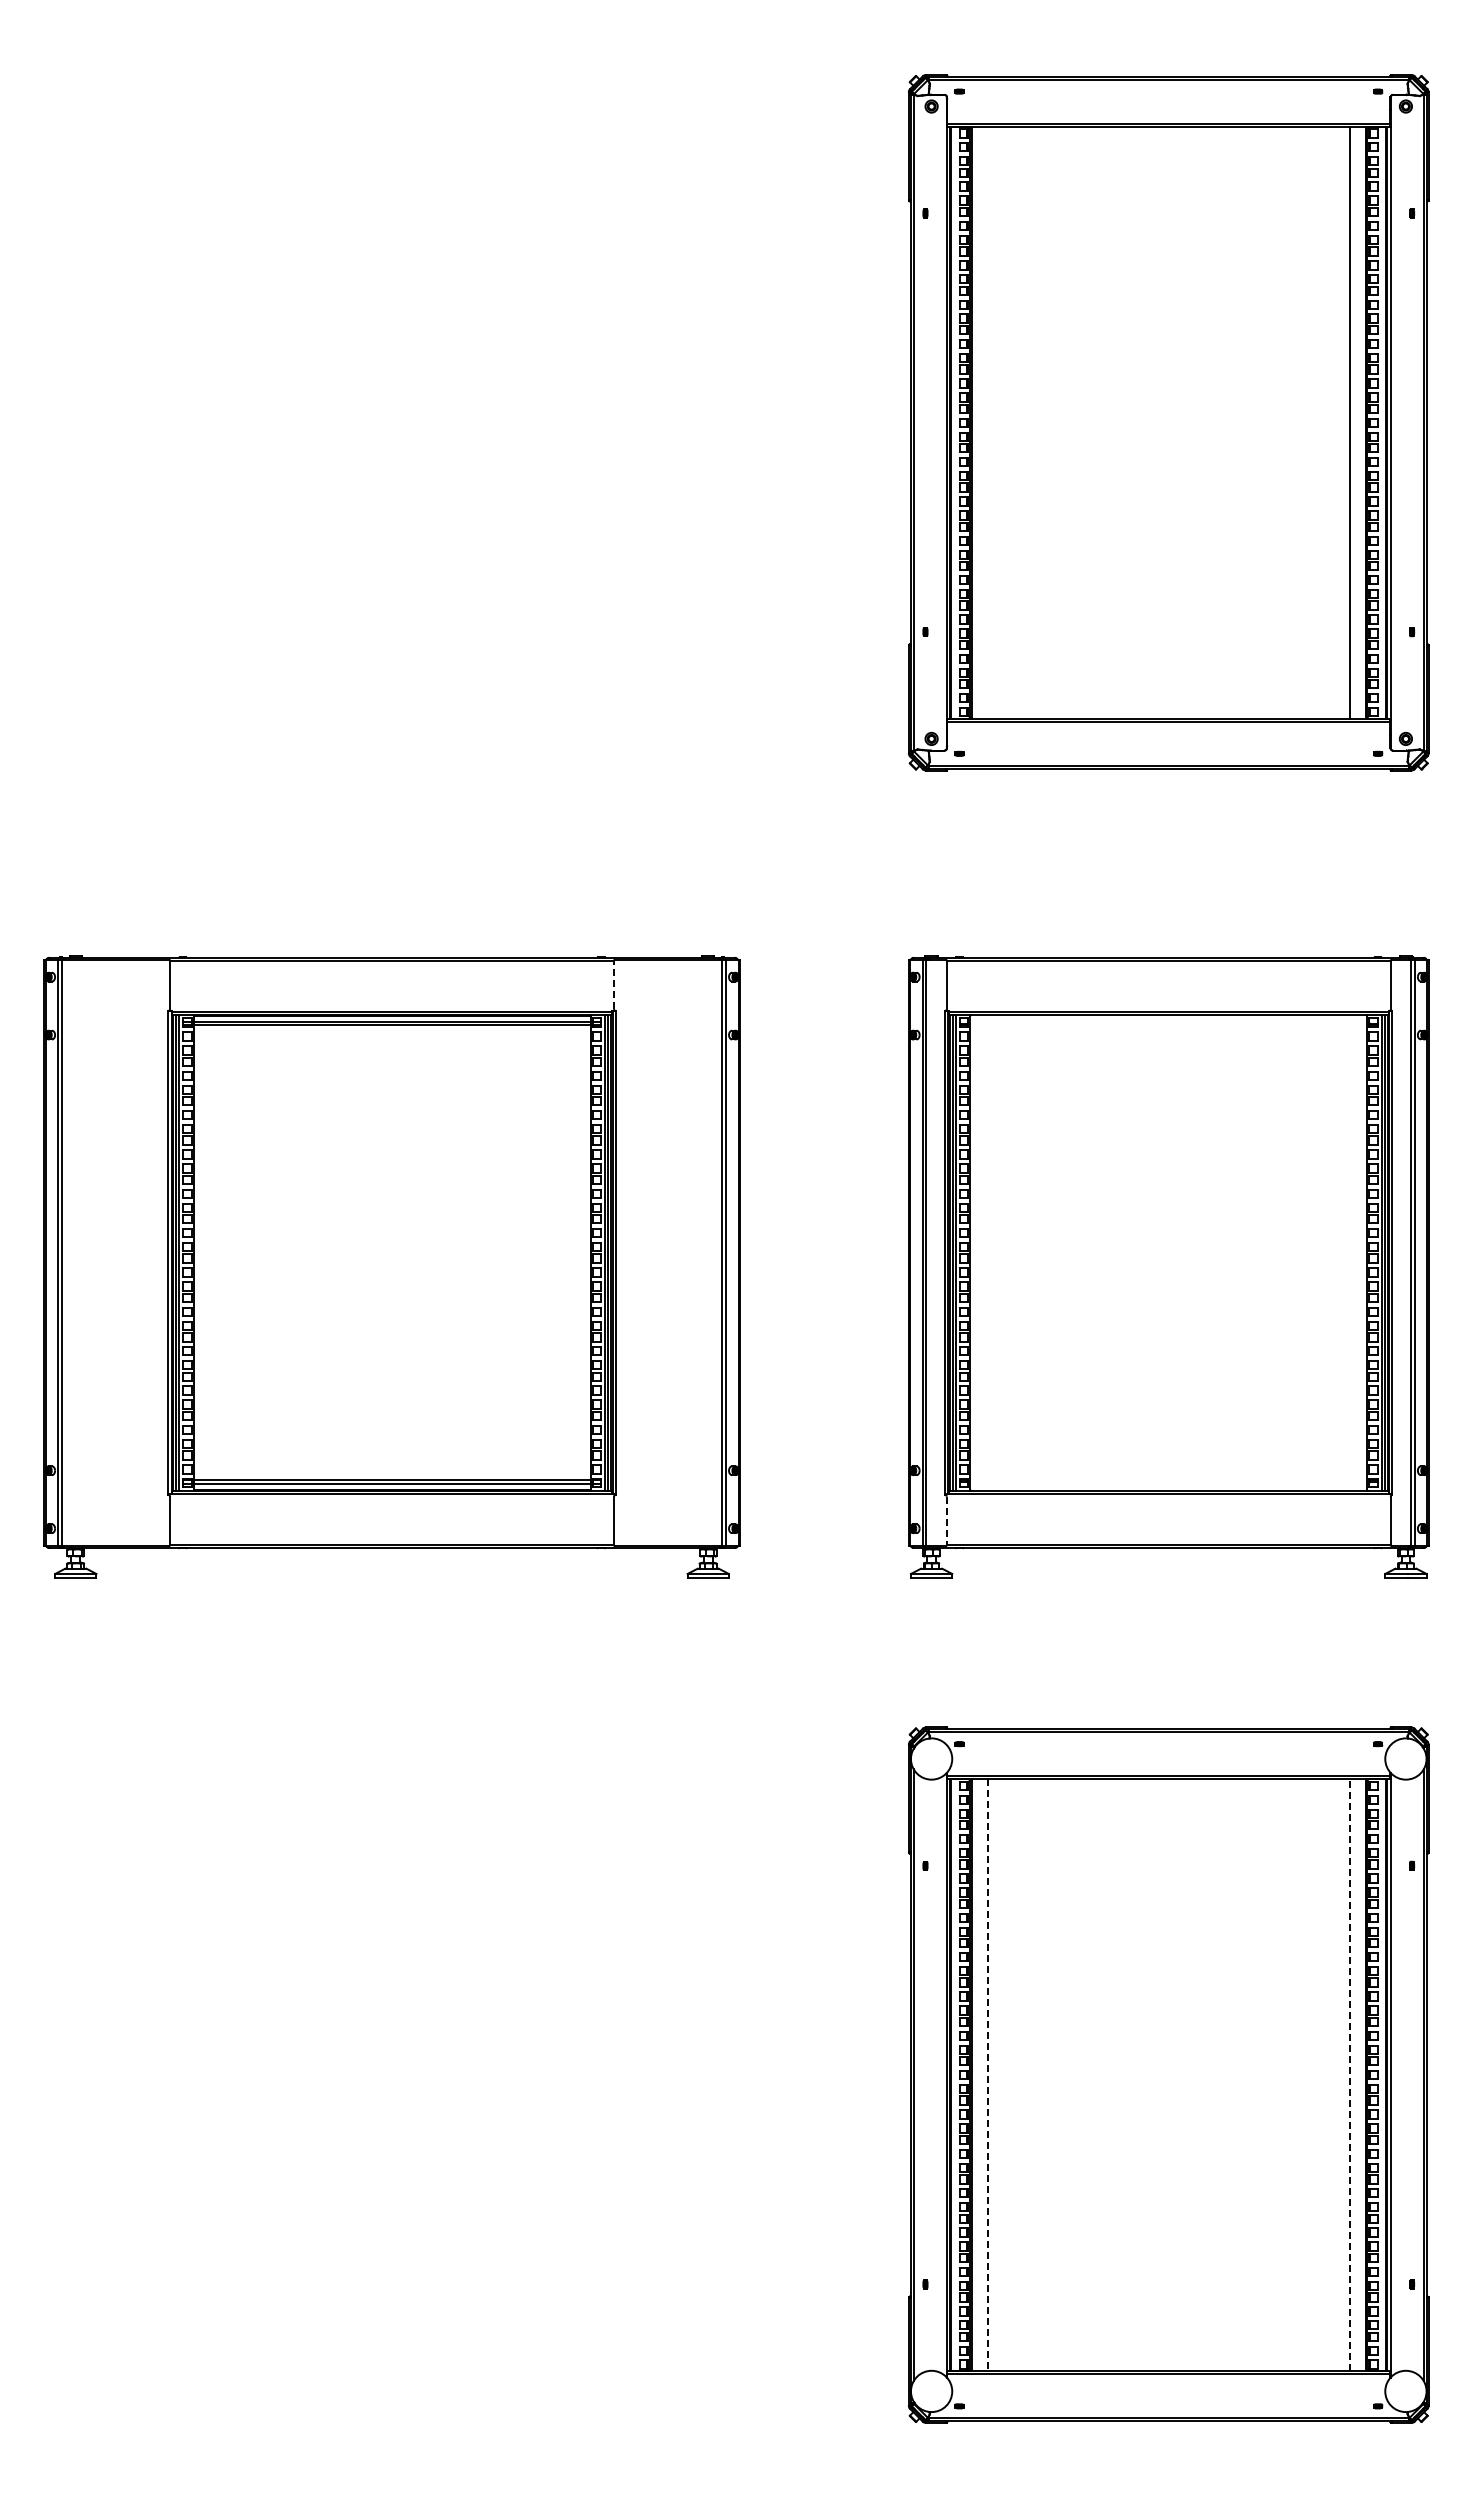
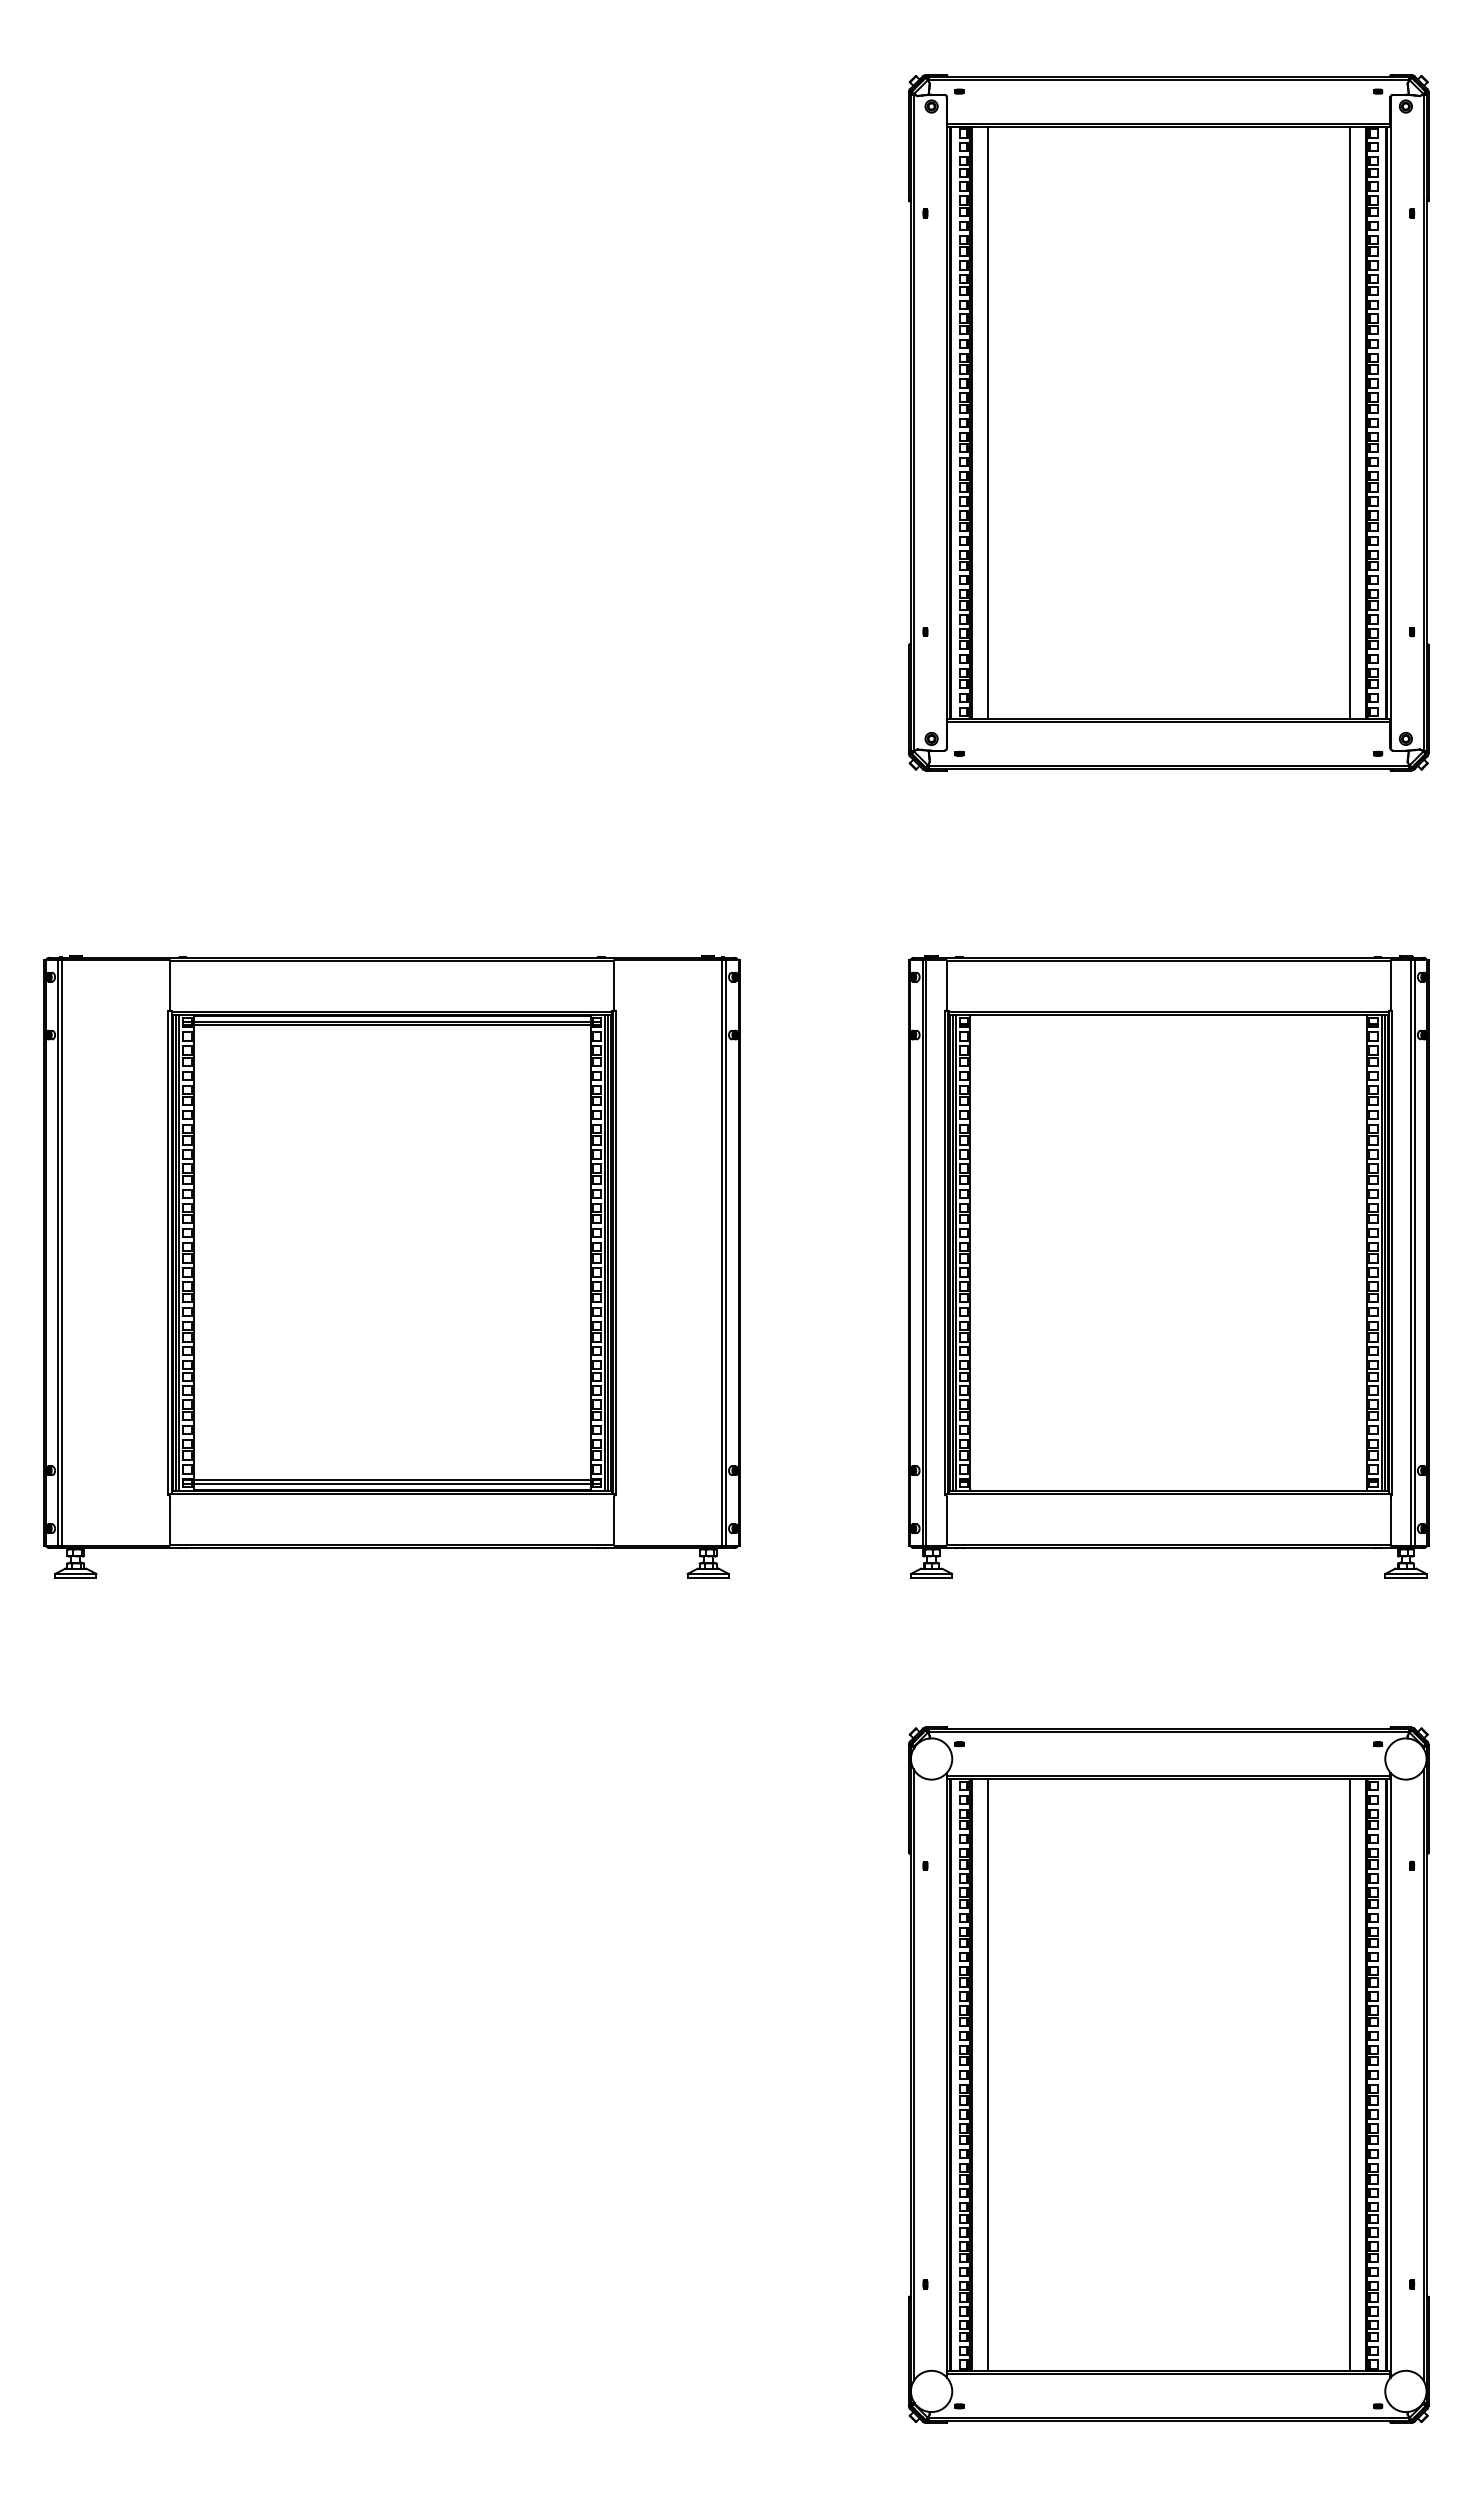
line at (987, 422): none -> present
line at (613, 984): dashed -> solid
line at (946, 1521): dashed -> solid
line at (1349, 2074): dashed -> solid
line at (987, 2075): dashed -> solid
